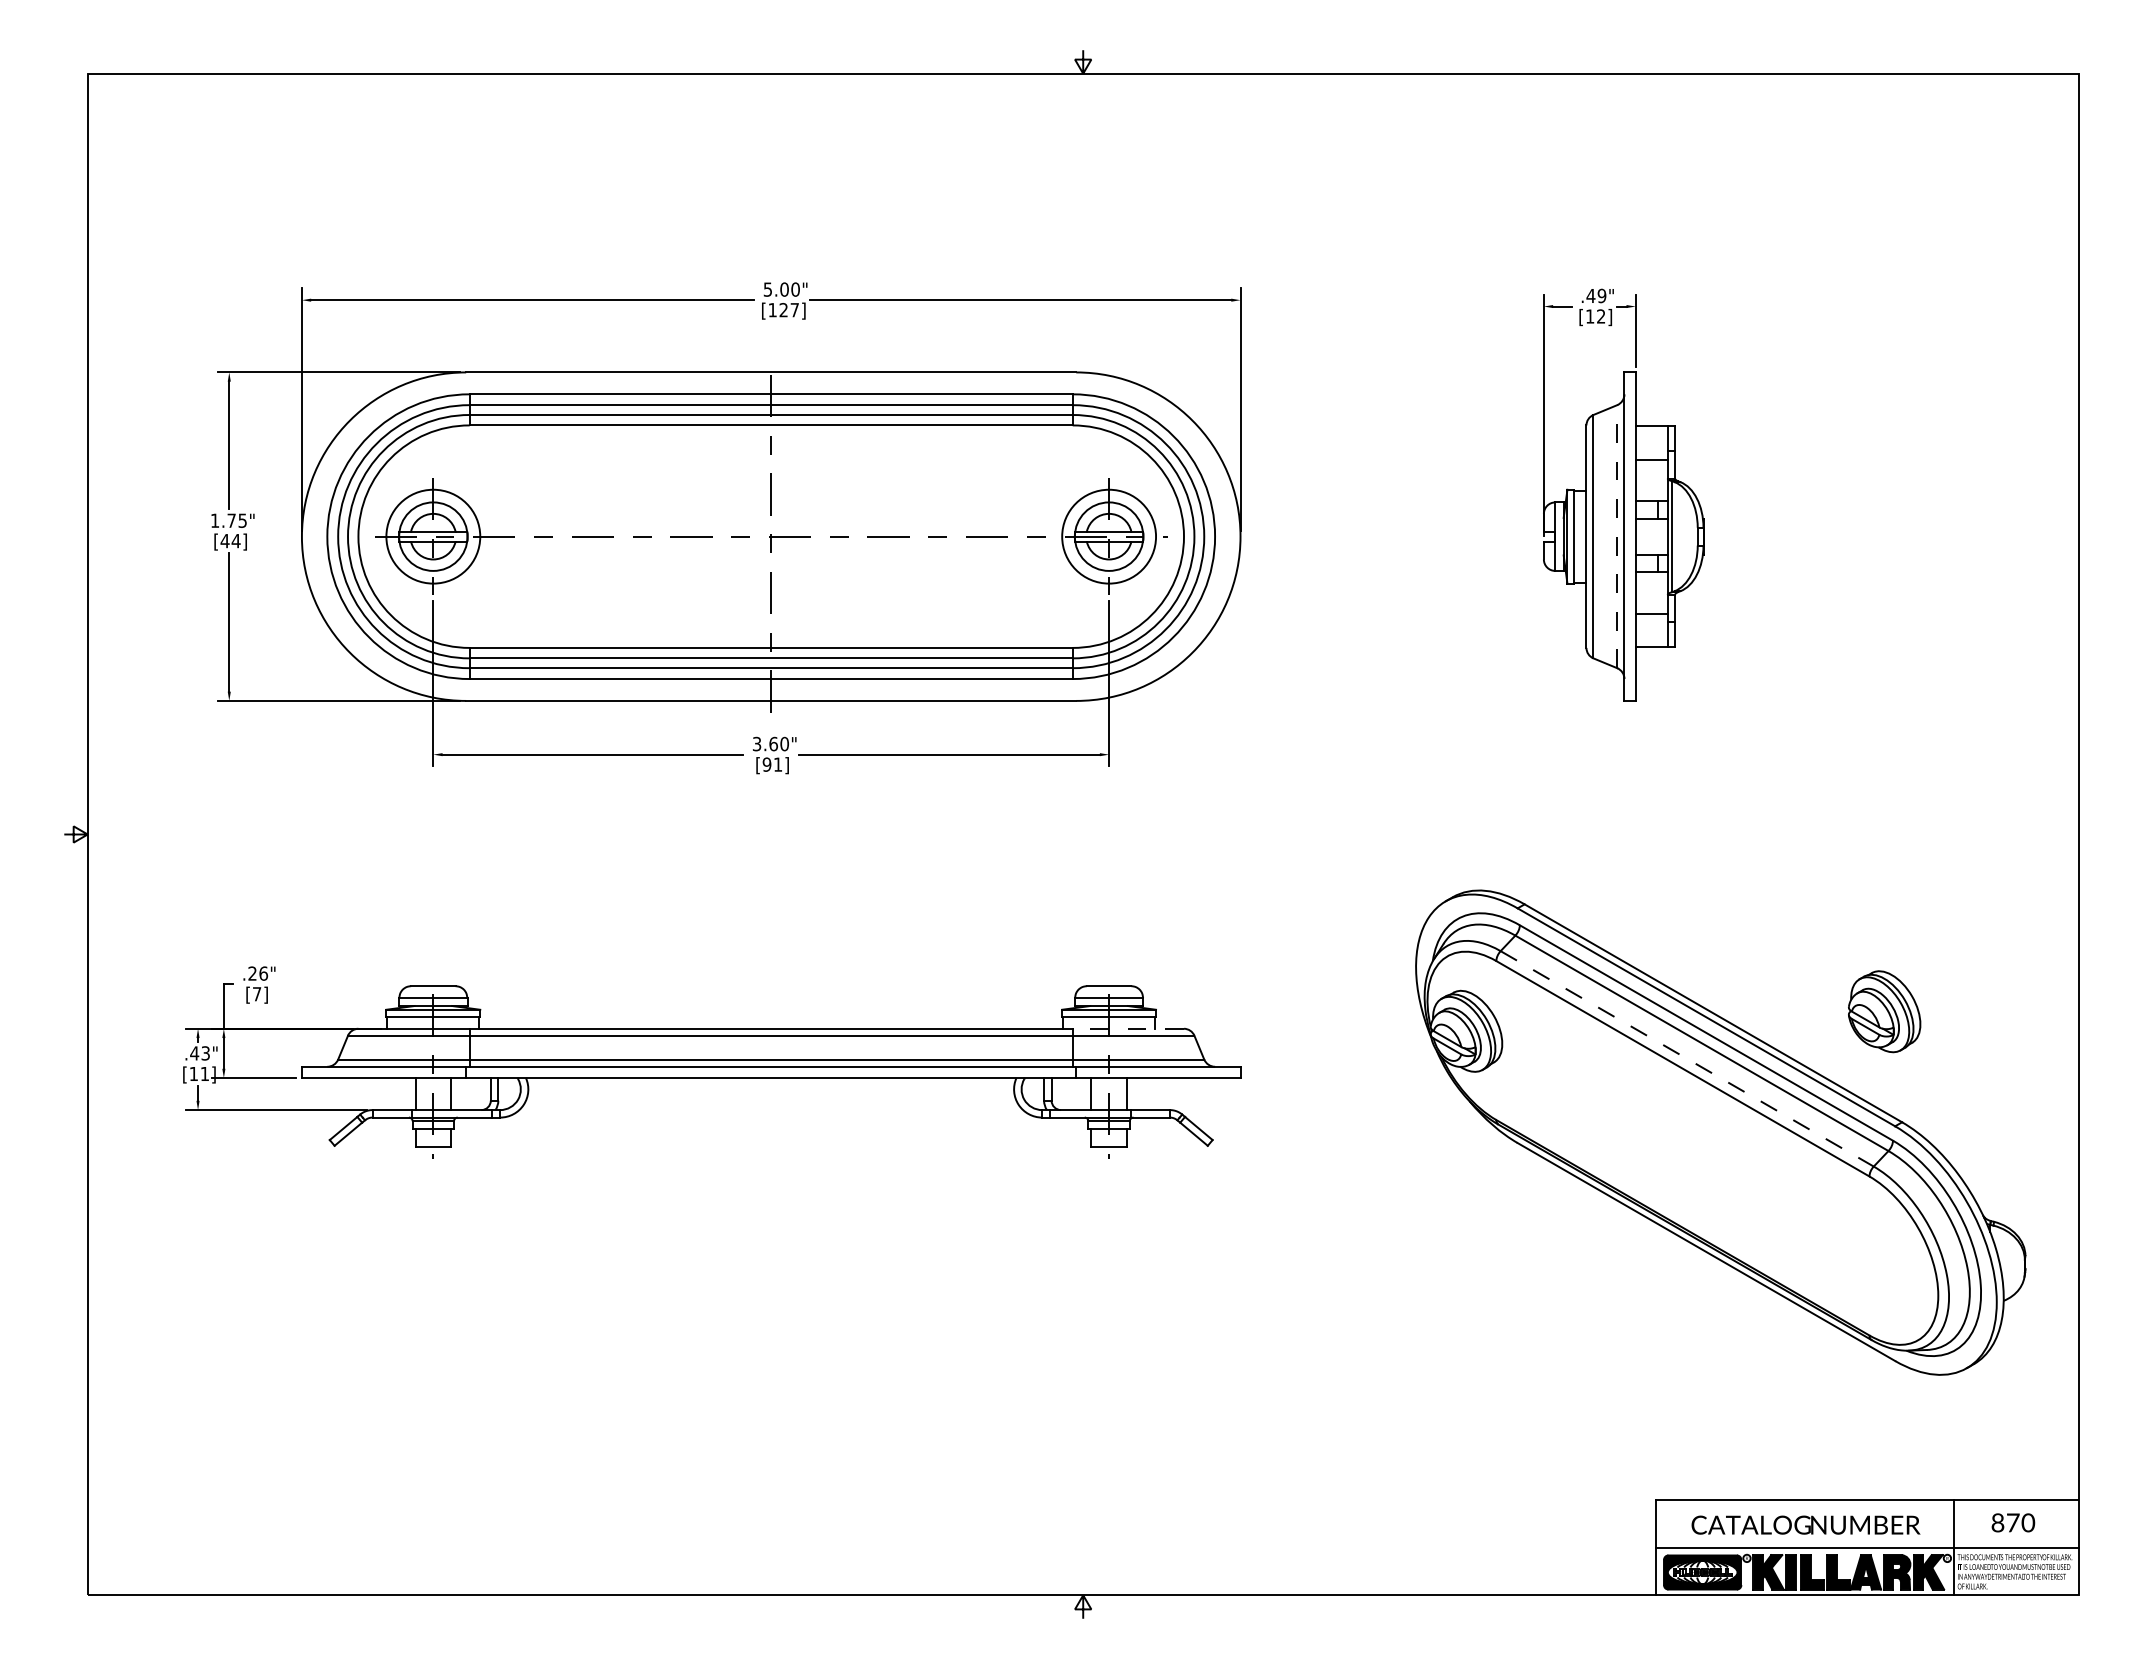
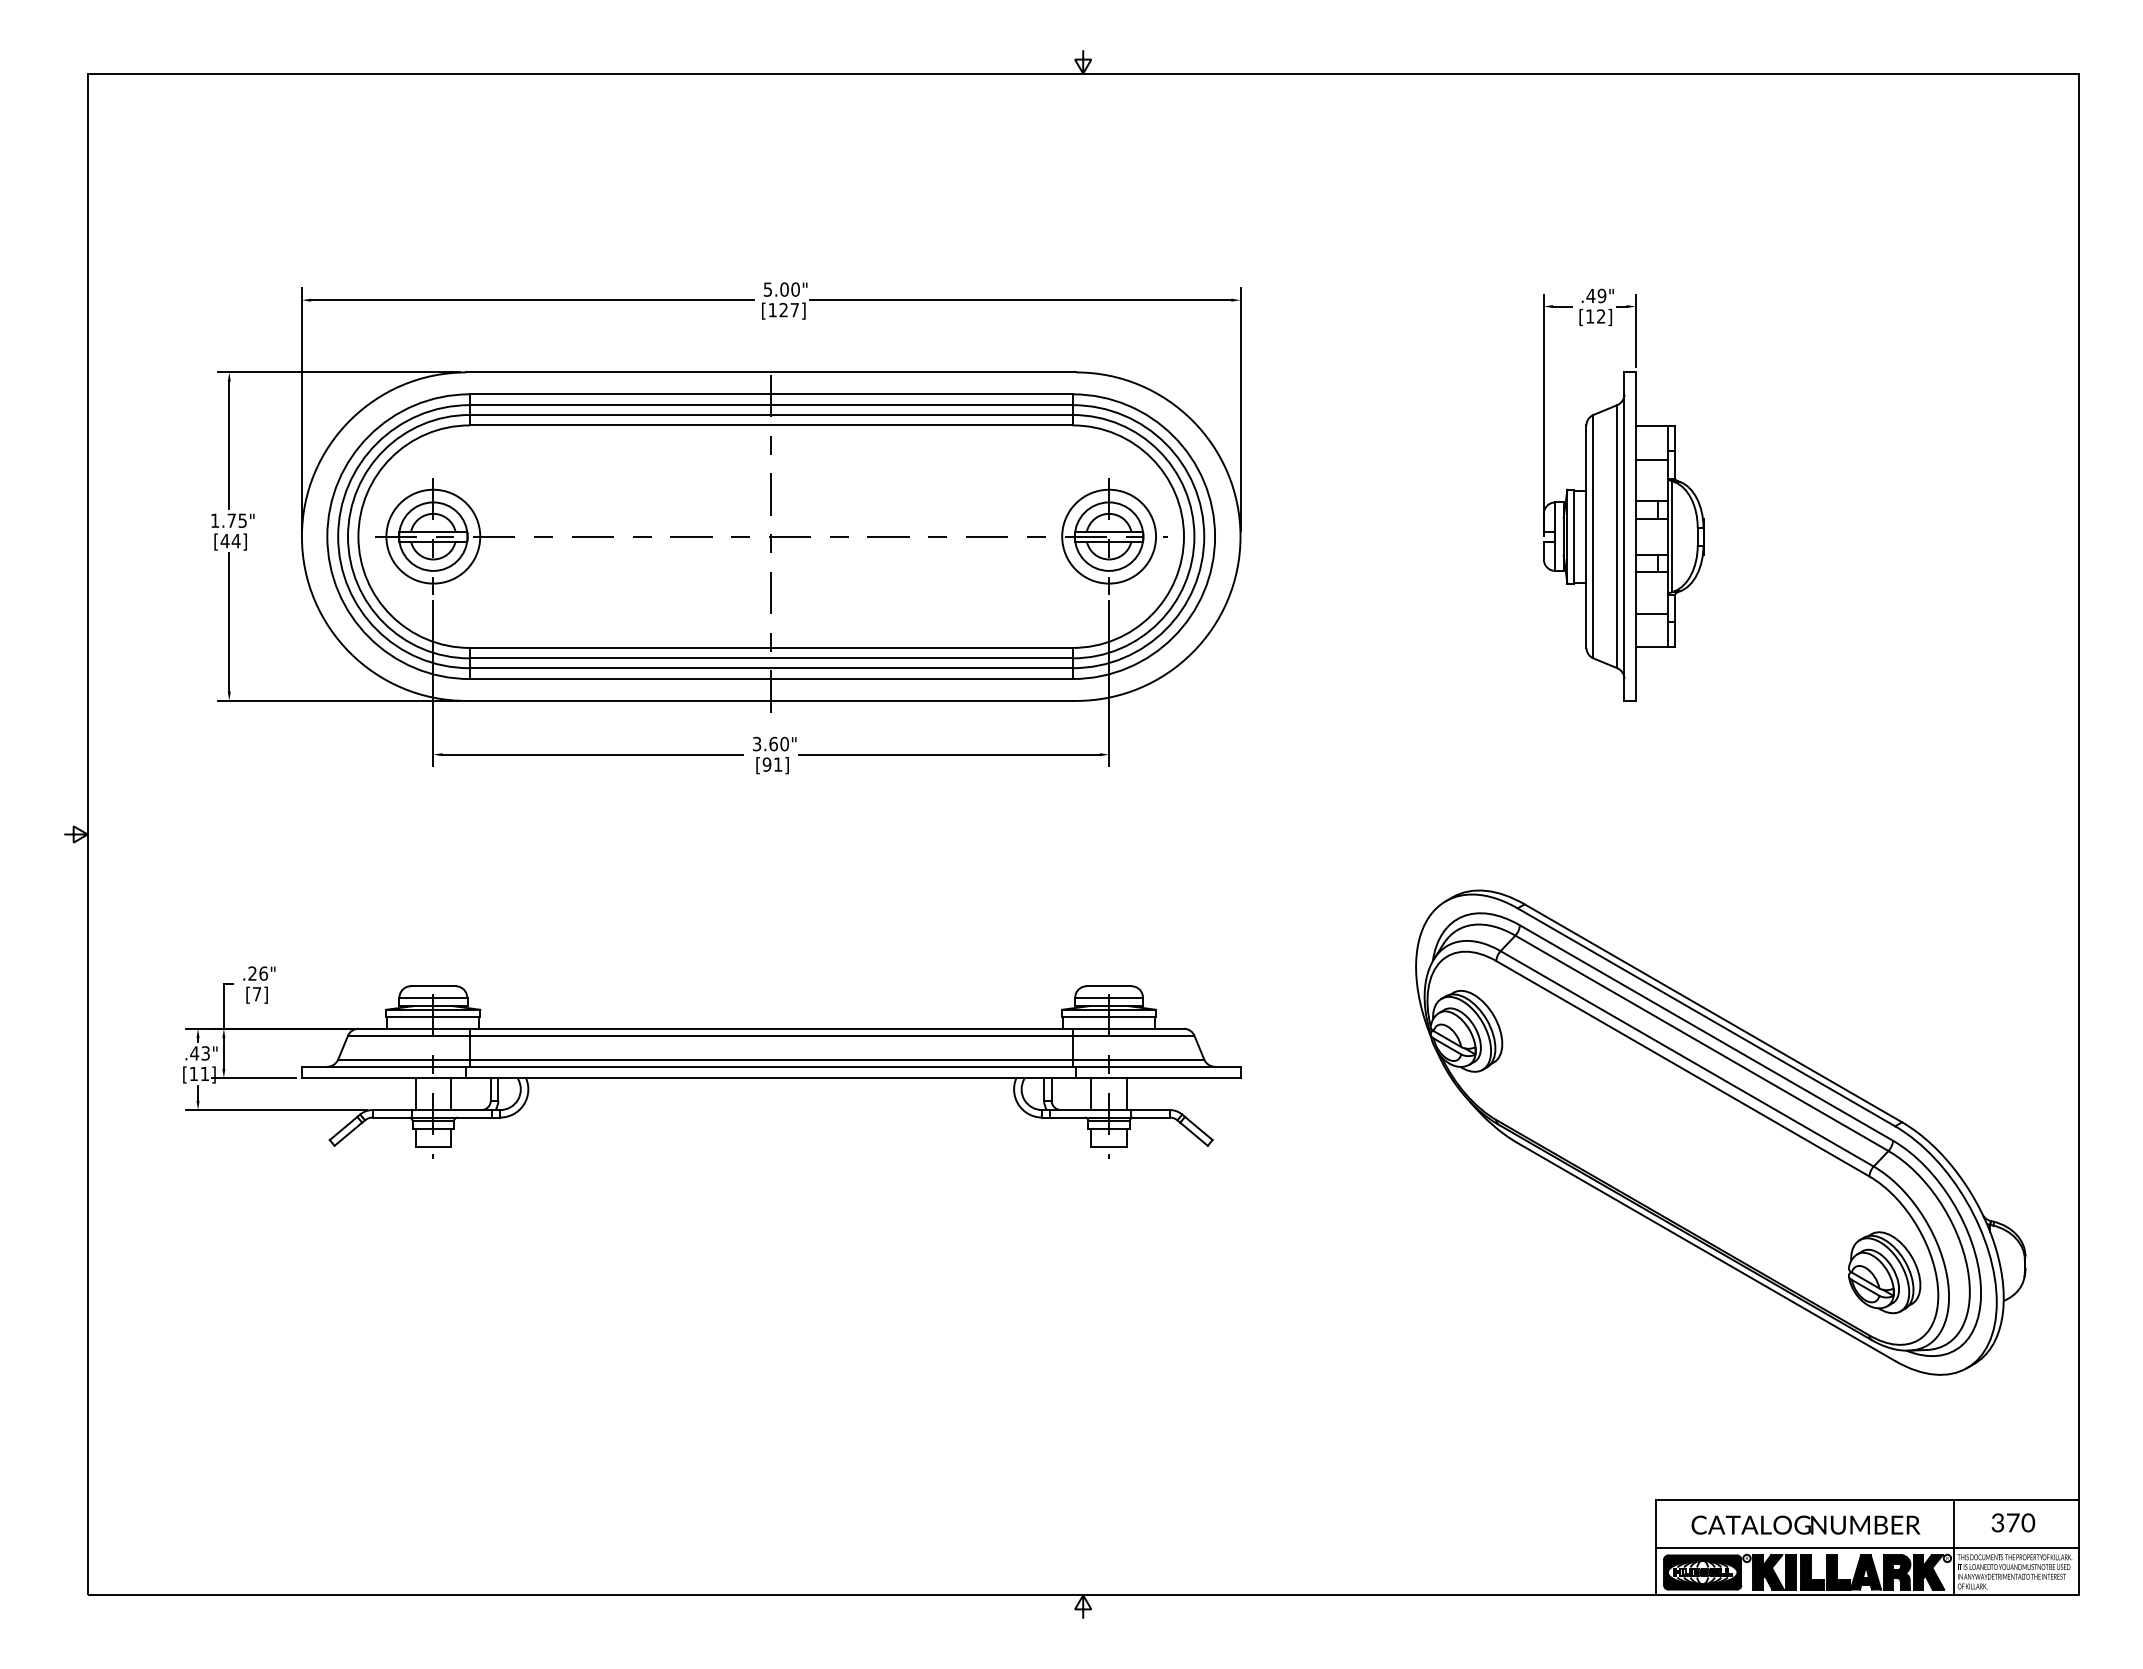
line at (1617, 536): dashed -> solid
part at (1884, 1011) position: (1884, 1011) -> (1884, 1272)
line at (1128, 1028): dashed -> solid
line at (1687, 1059): dashed -> solid
text at (1997, 1522): 870 -> 370
